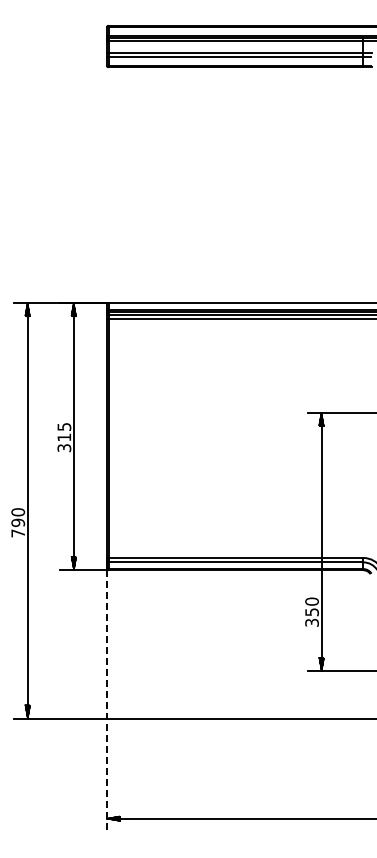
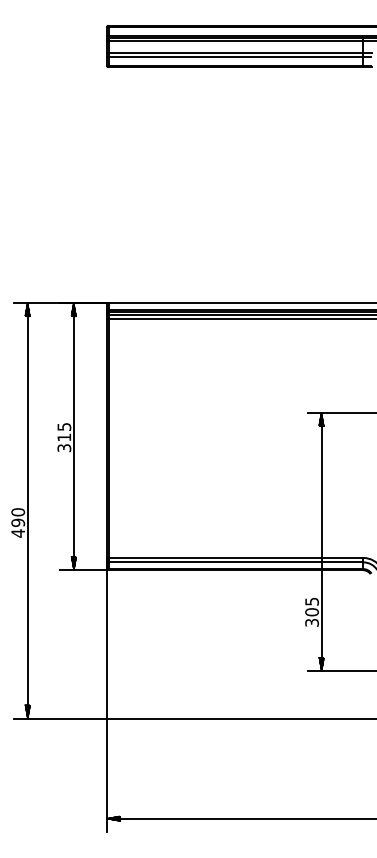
text at (17, 533): 790 -> 490
text at (311, 606): 350 -> 305
line at (106, 696): dashed -> solid
